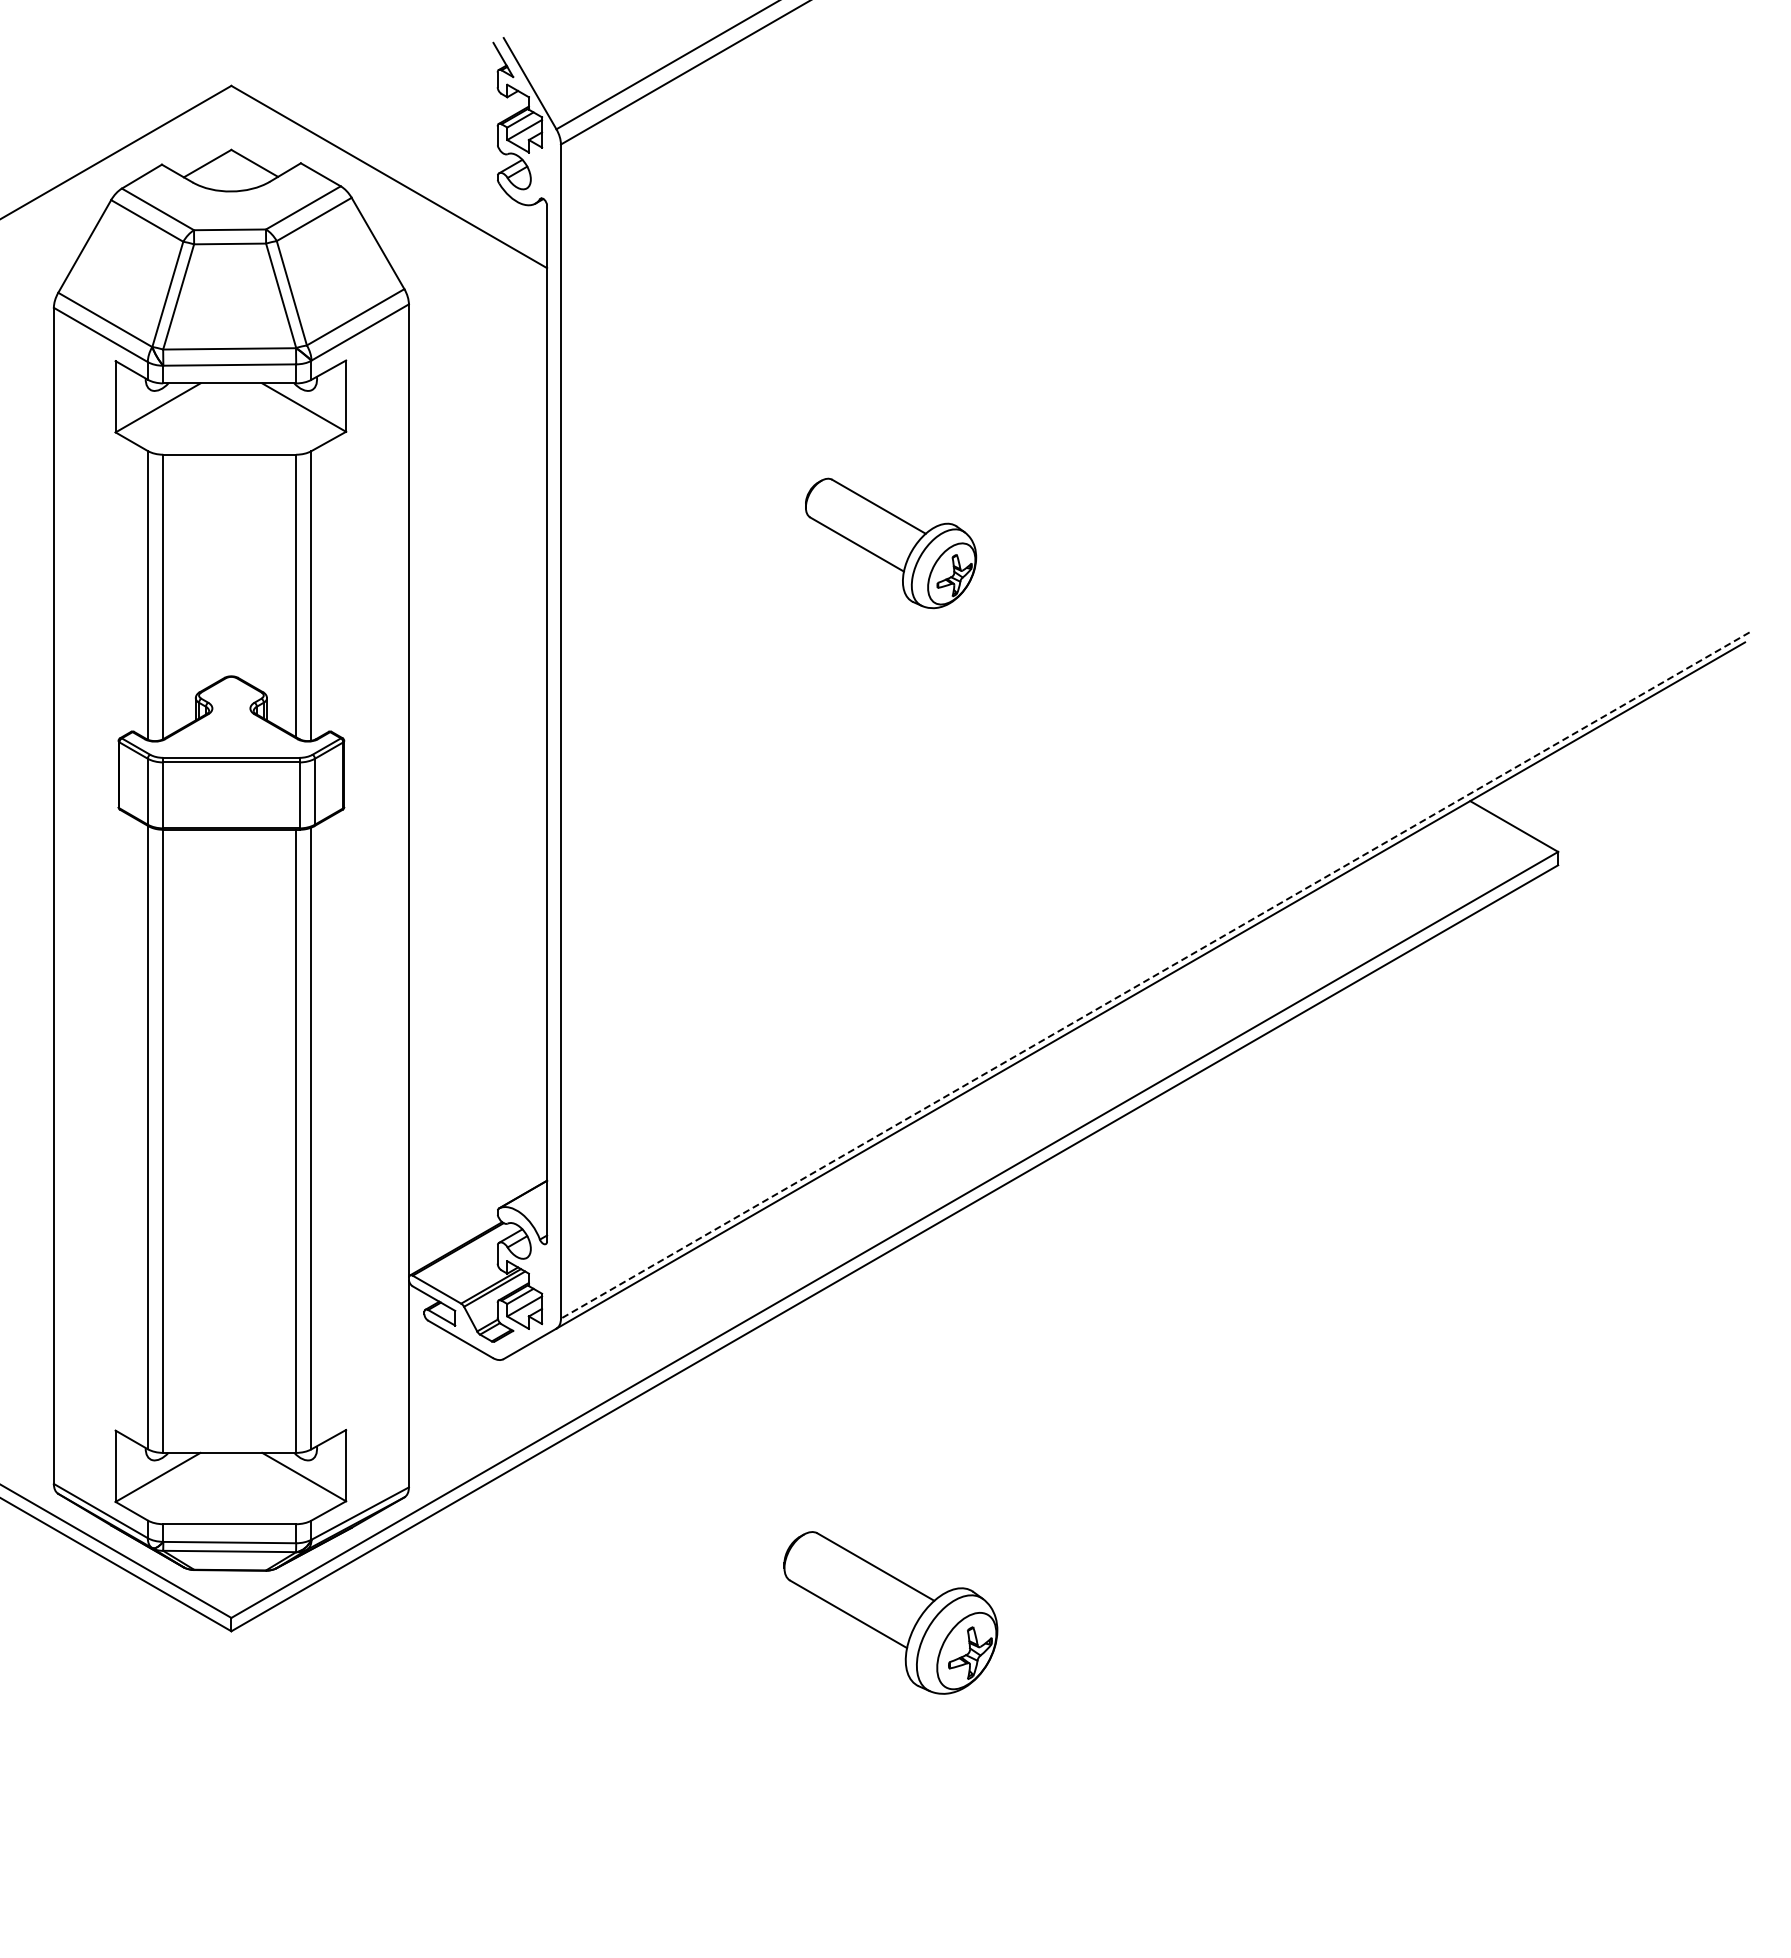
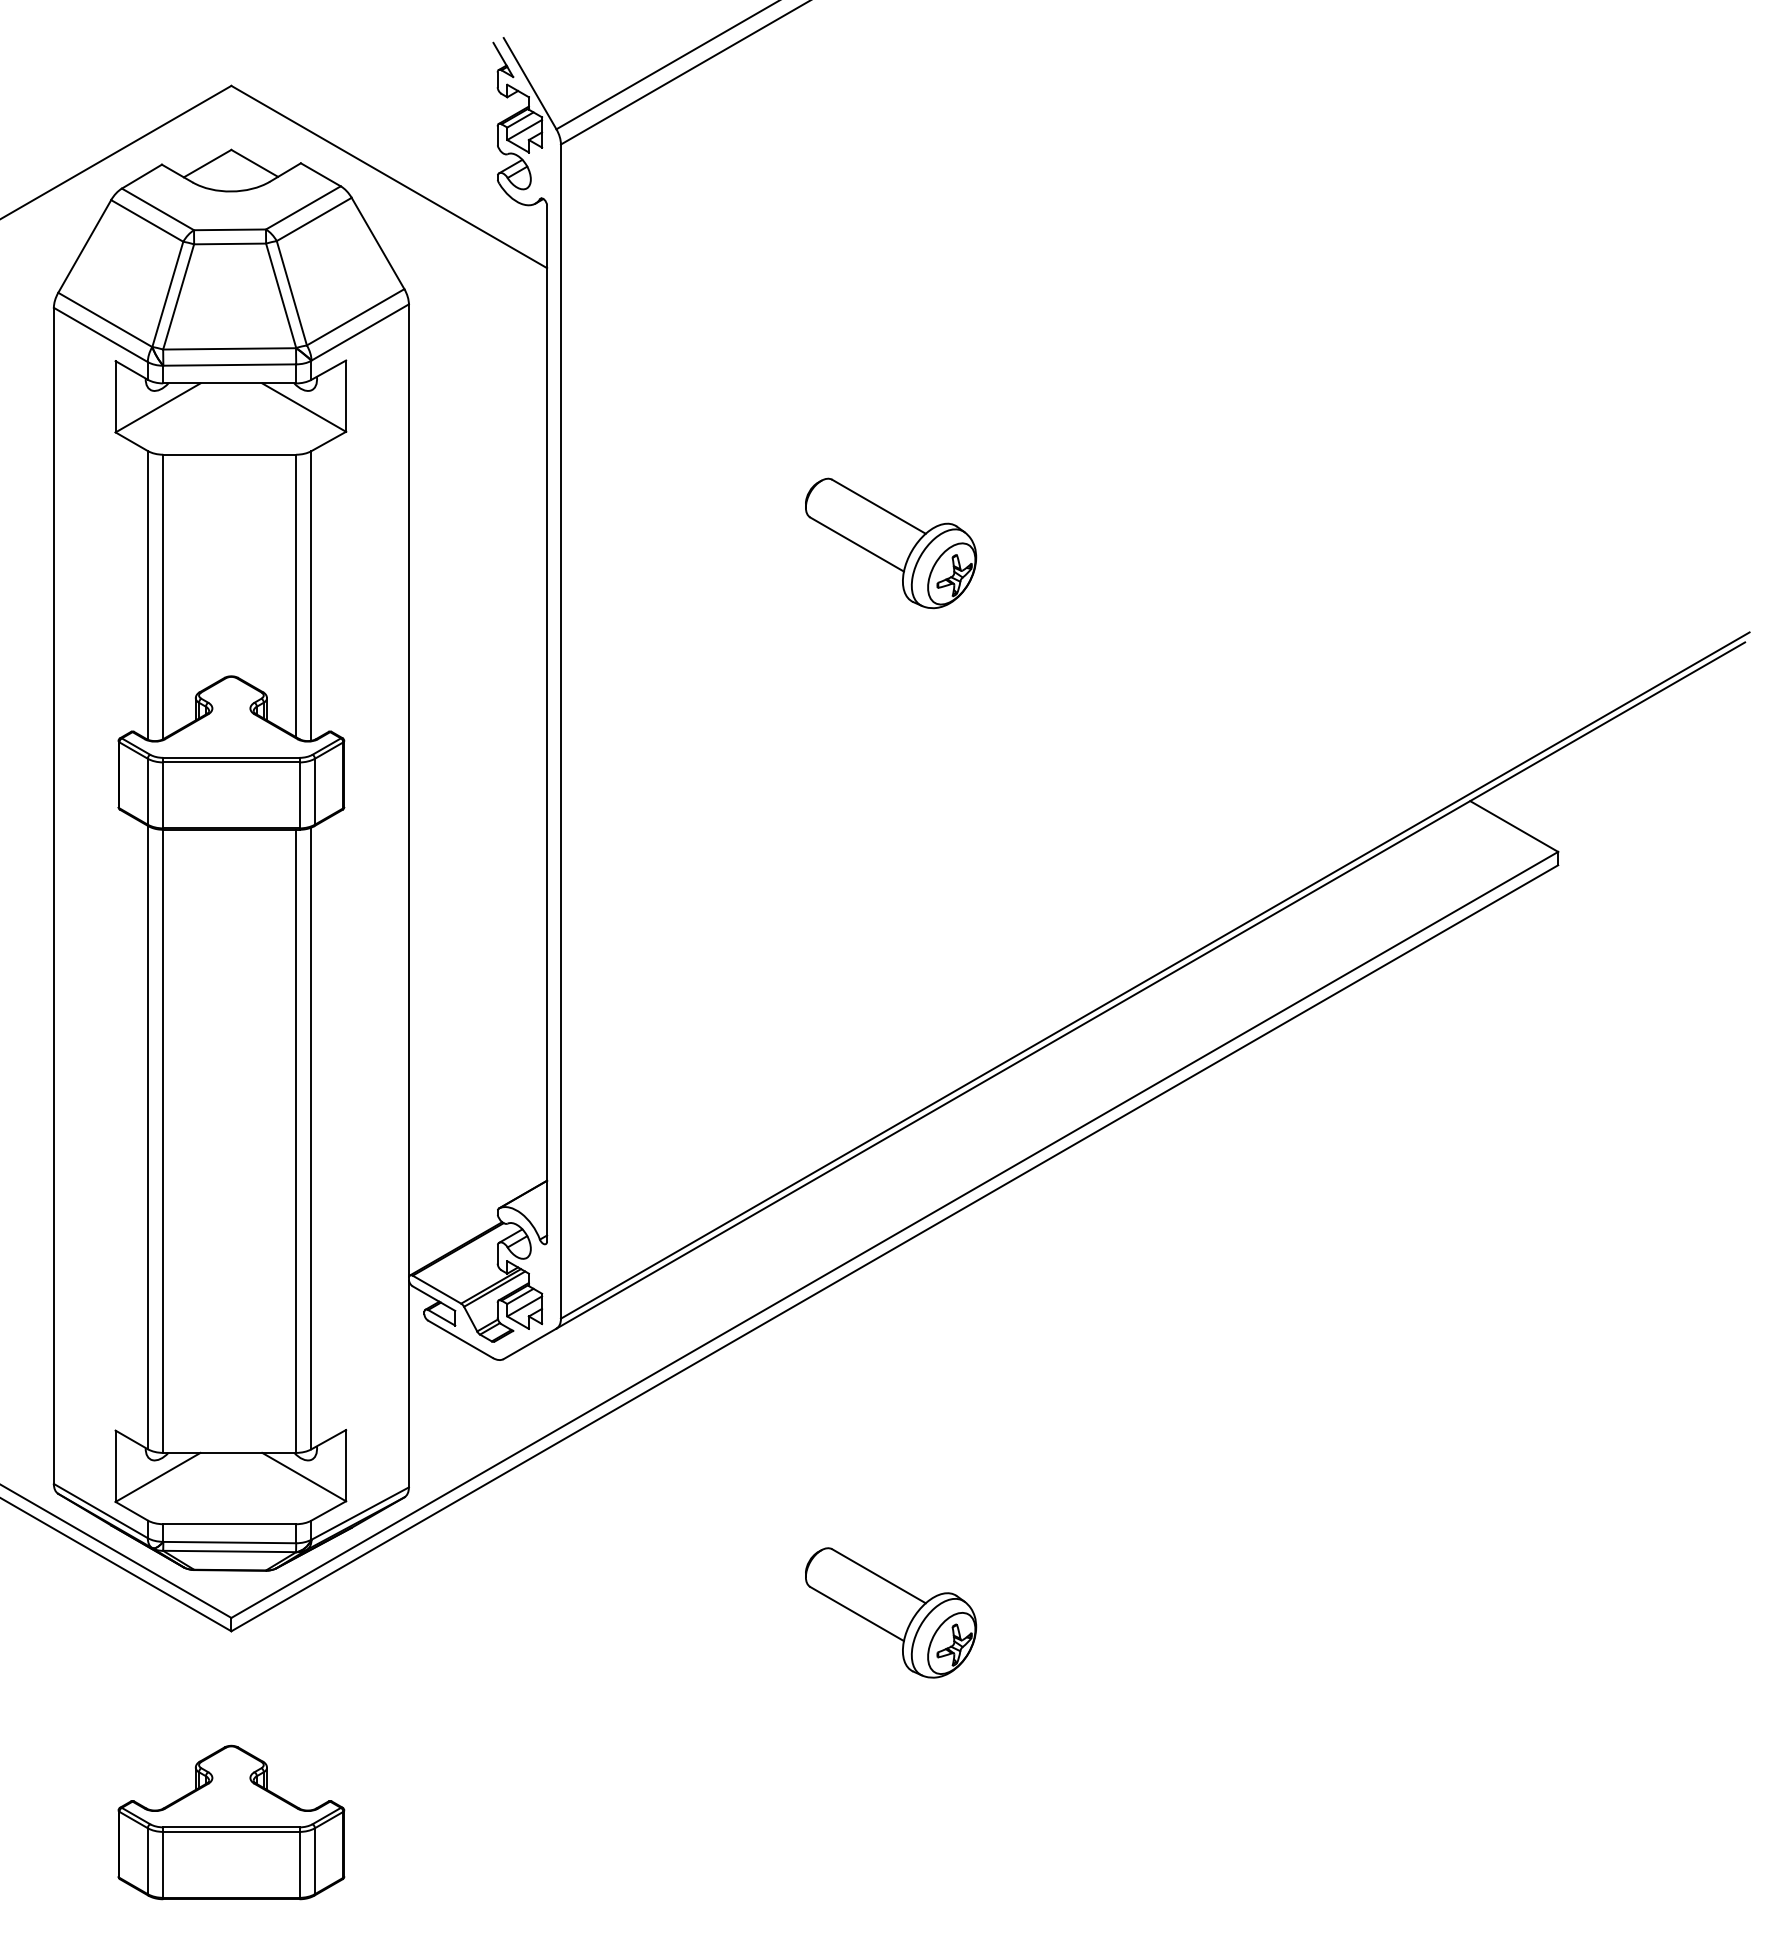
line at (1154, 975): dashed -> solid
part at (890, 1612) size: 216x164 px -> 173x132 px
part at (231, 1822): none -> present
